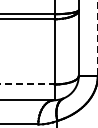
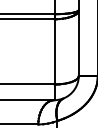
line at (97, 37): dashed -> solid
line at (27, 84): dashed -> solid
